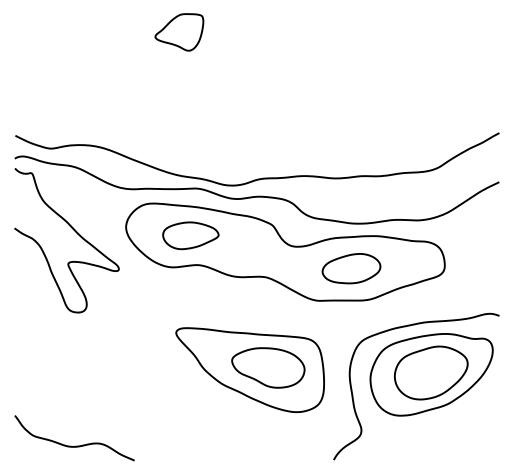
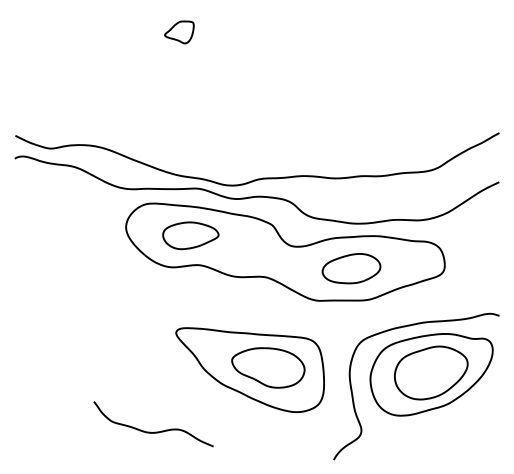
part at (179, 32) size: 51x39 px -> 31x25 px
curve at (74, 231): present -> none
curve at (75, 445) position: (75, 445) -> (154, 431)
